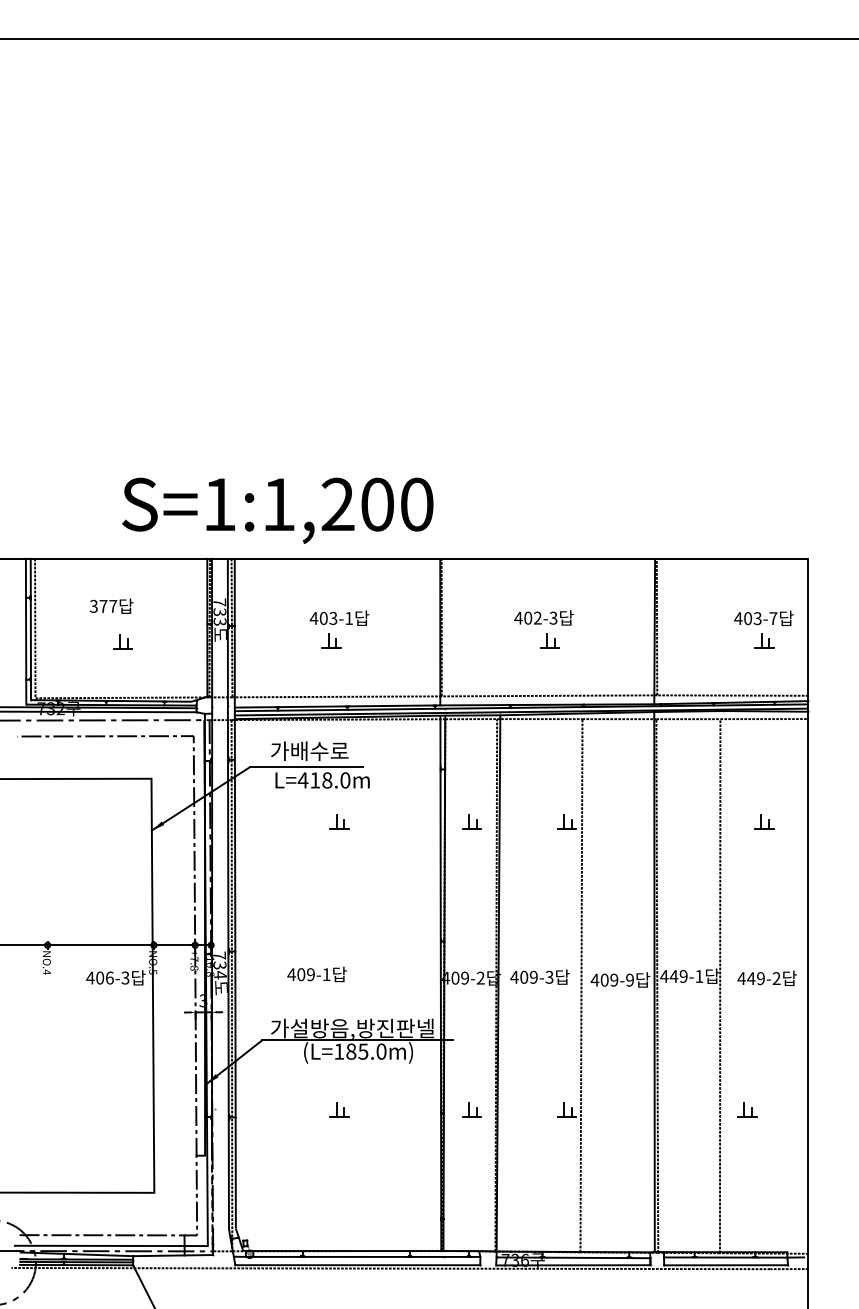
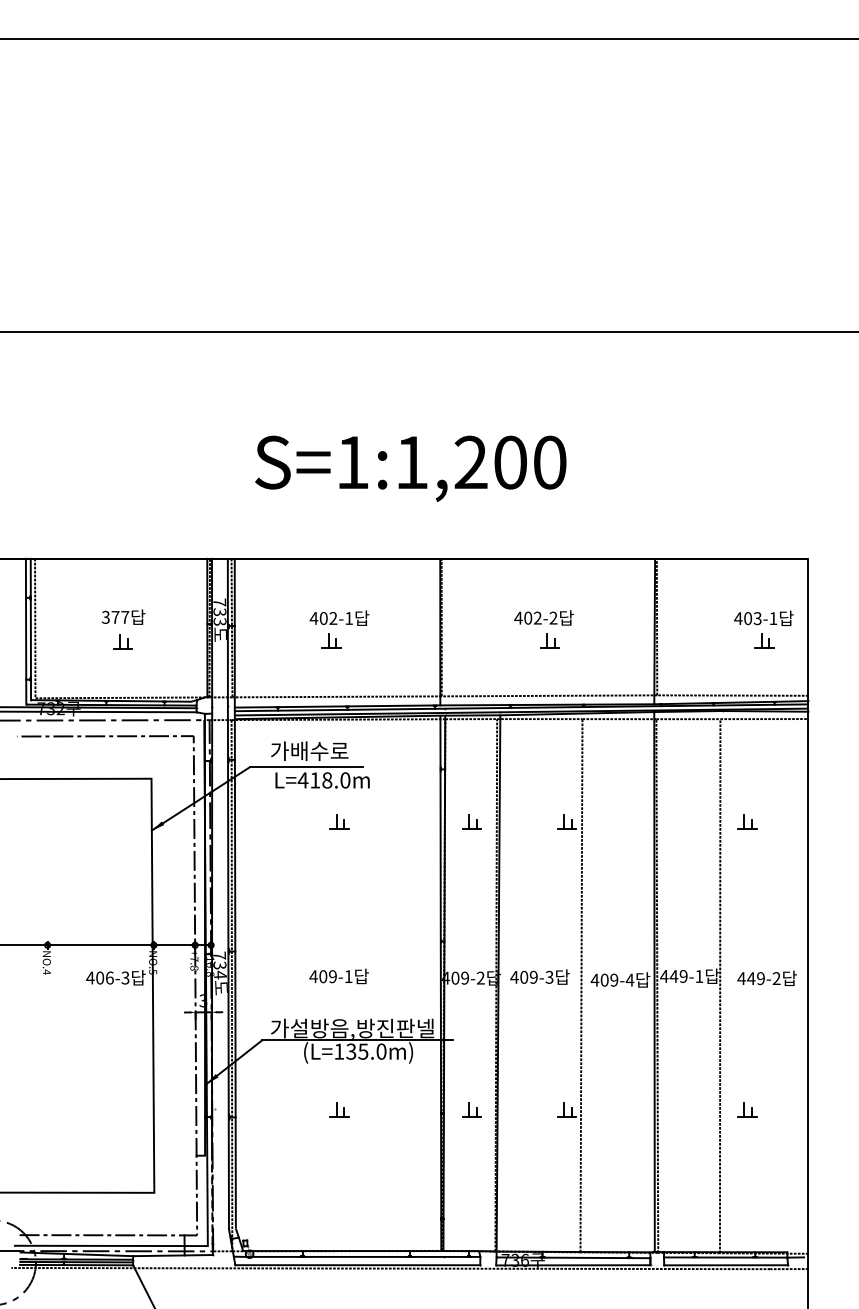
line at (428, 332): none -> present
text at (277, 510) position: (277, 510) -> (410, 468)
text at (111, 605) position: (111, 605) -> (123, 616)
text at (333, 618): 403-1 -> 402-1
text at (553, 618): 402-3 -> 402-2
text at (773, 618): 403-7 -> 403-1
part at (764, 821) position: (764, 821) -> (747, 821)
text at (316, 974) position: (316, 974) -> (338, 976)
text at (629, 979): 409-9 -> 409-4
text at (351, 1051): (L=185.0m) -> (L=135.0m)
